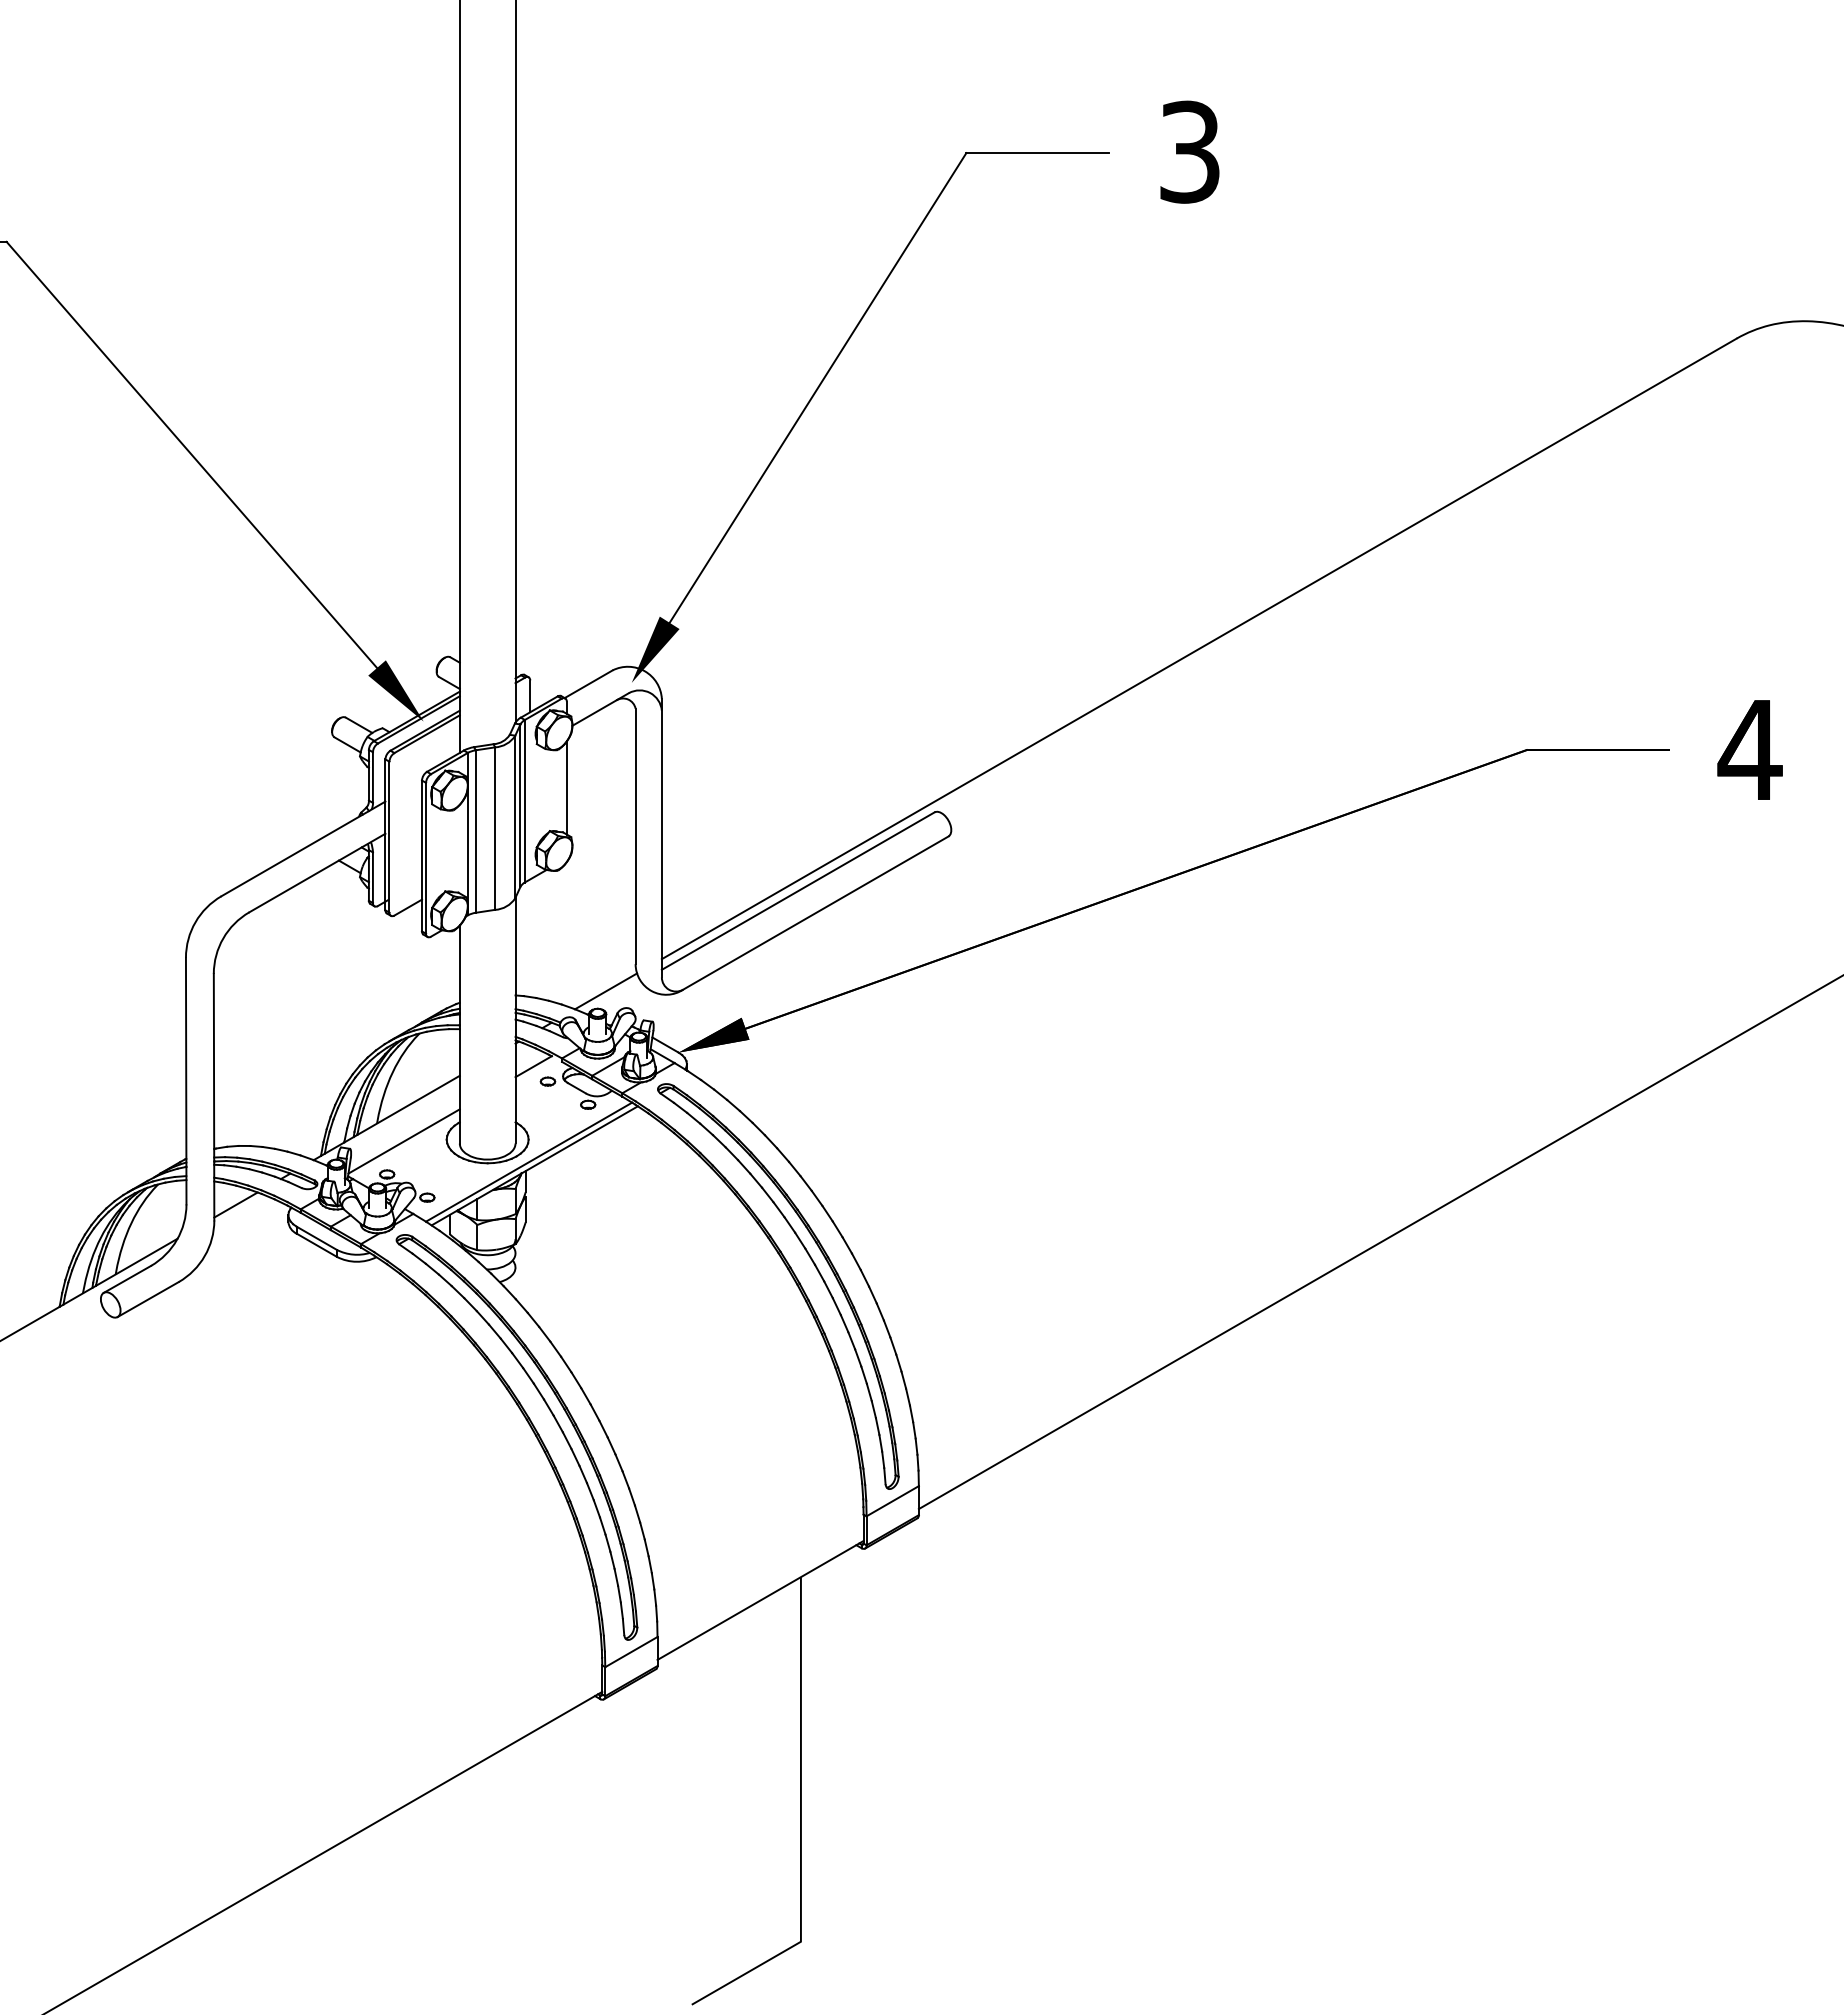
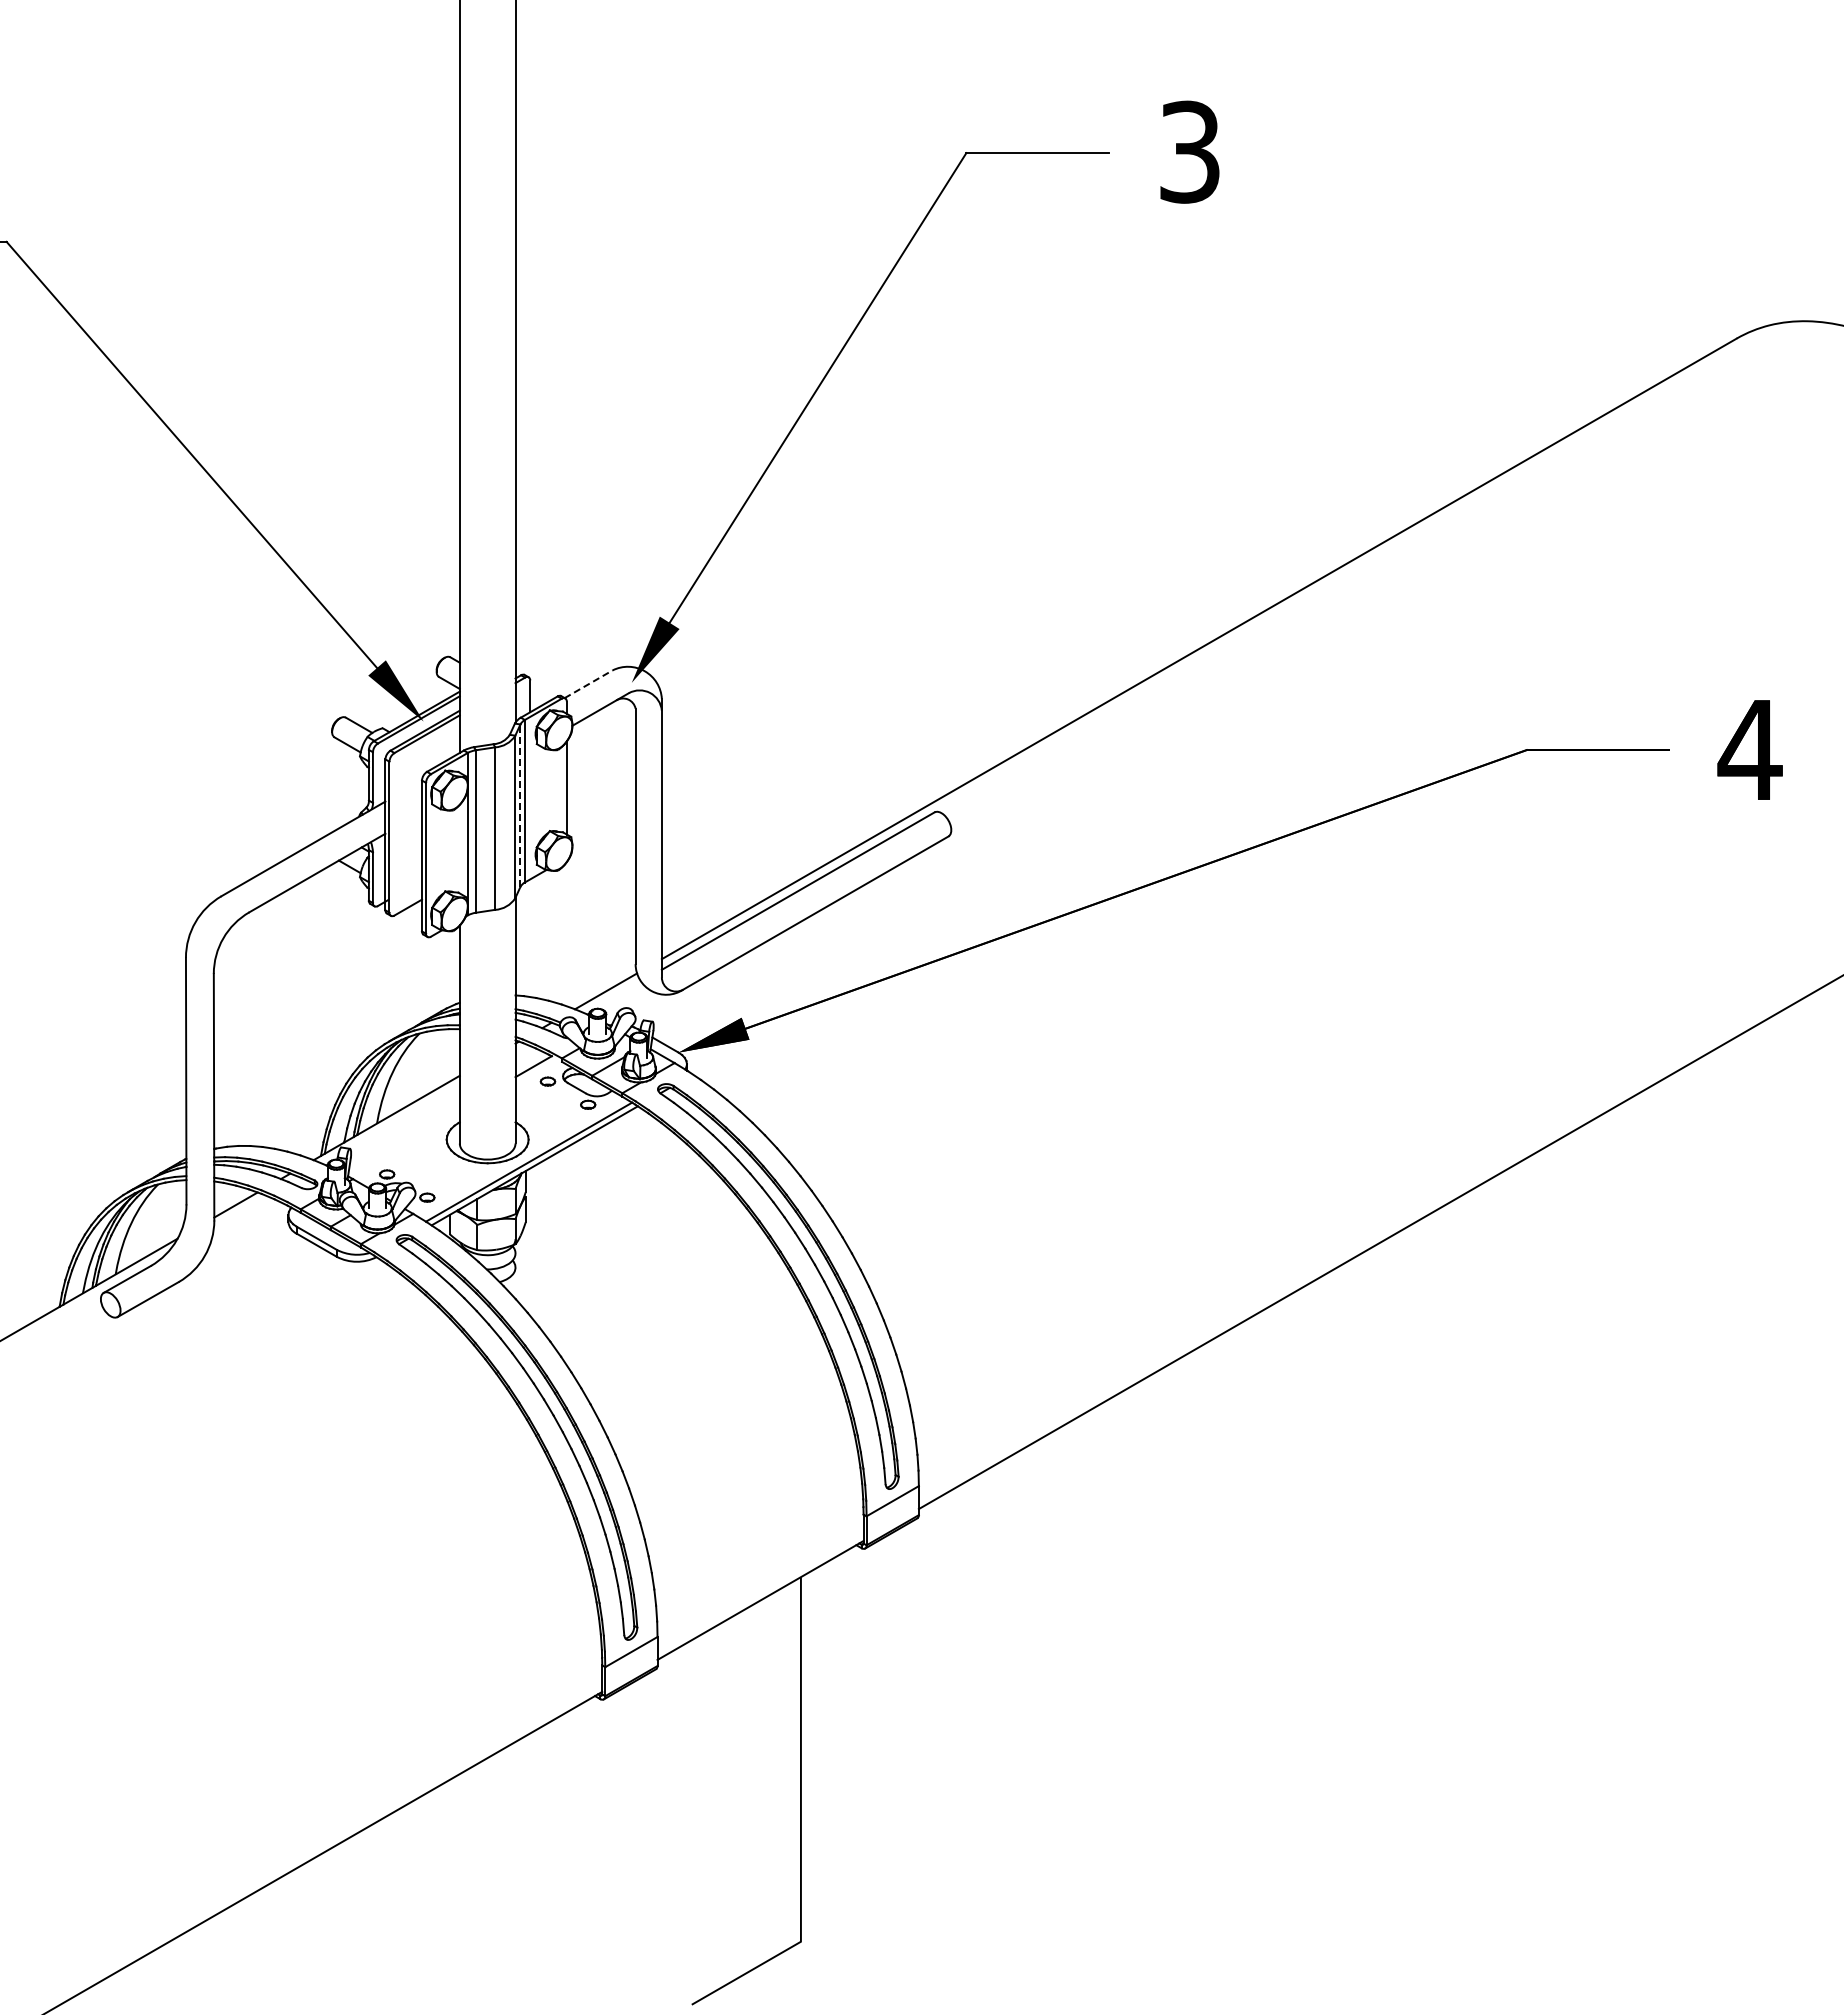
line at (588, 684): solid -> dashed
line at (520, 805): solid -> dashed
line at (403, 1141): present -> none
